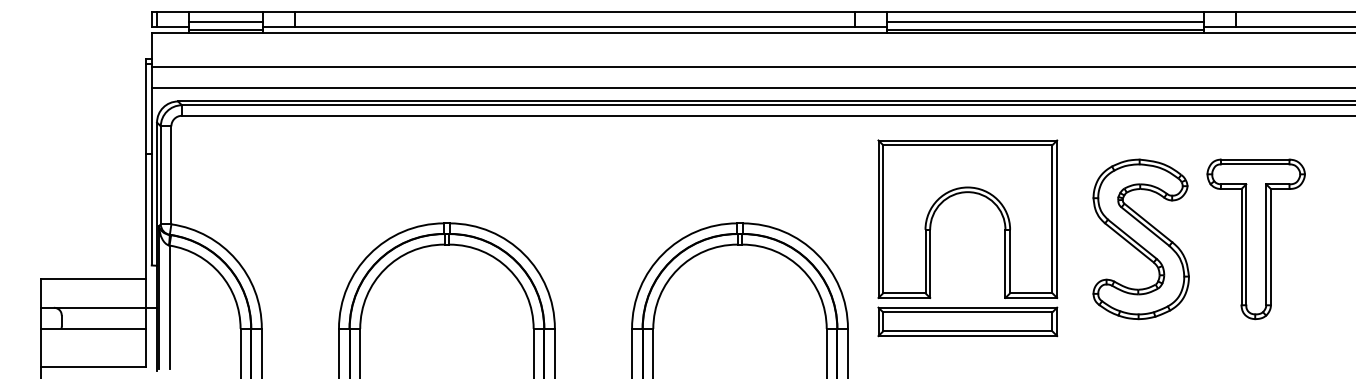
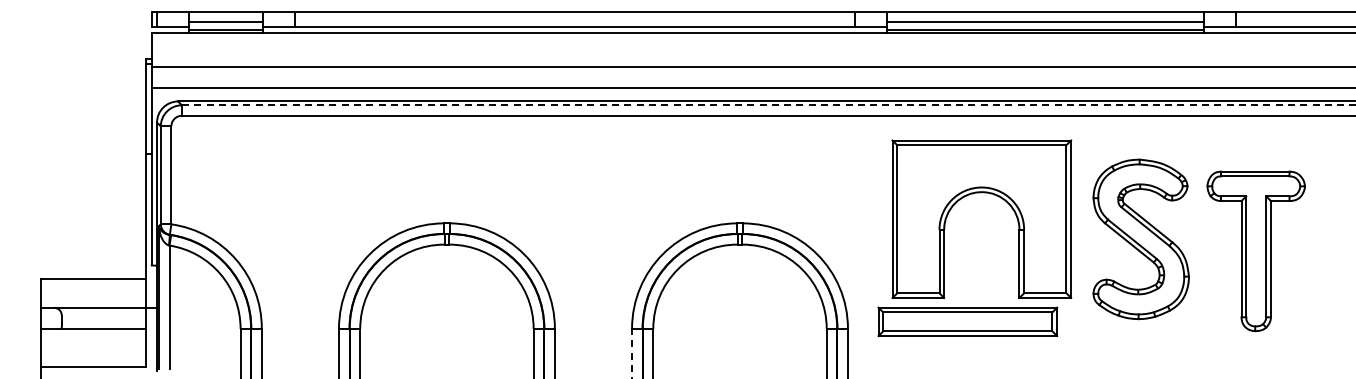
line at (768, 105): solid -> dashed
part at (967, 193) position: (967, 193) -> (981, 193)
part at (1255, 239) position: (1255, 239) -> (1255, 251)
line at (632, 353): solid -> dashed
